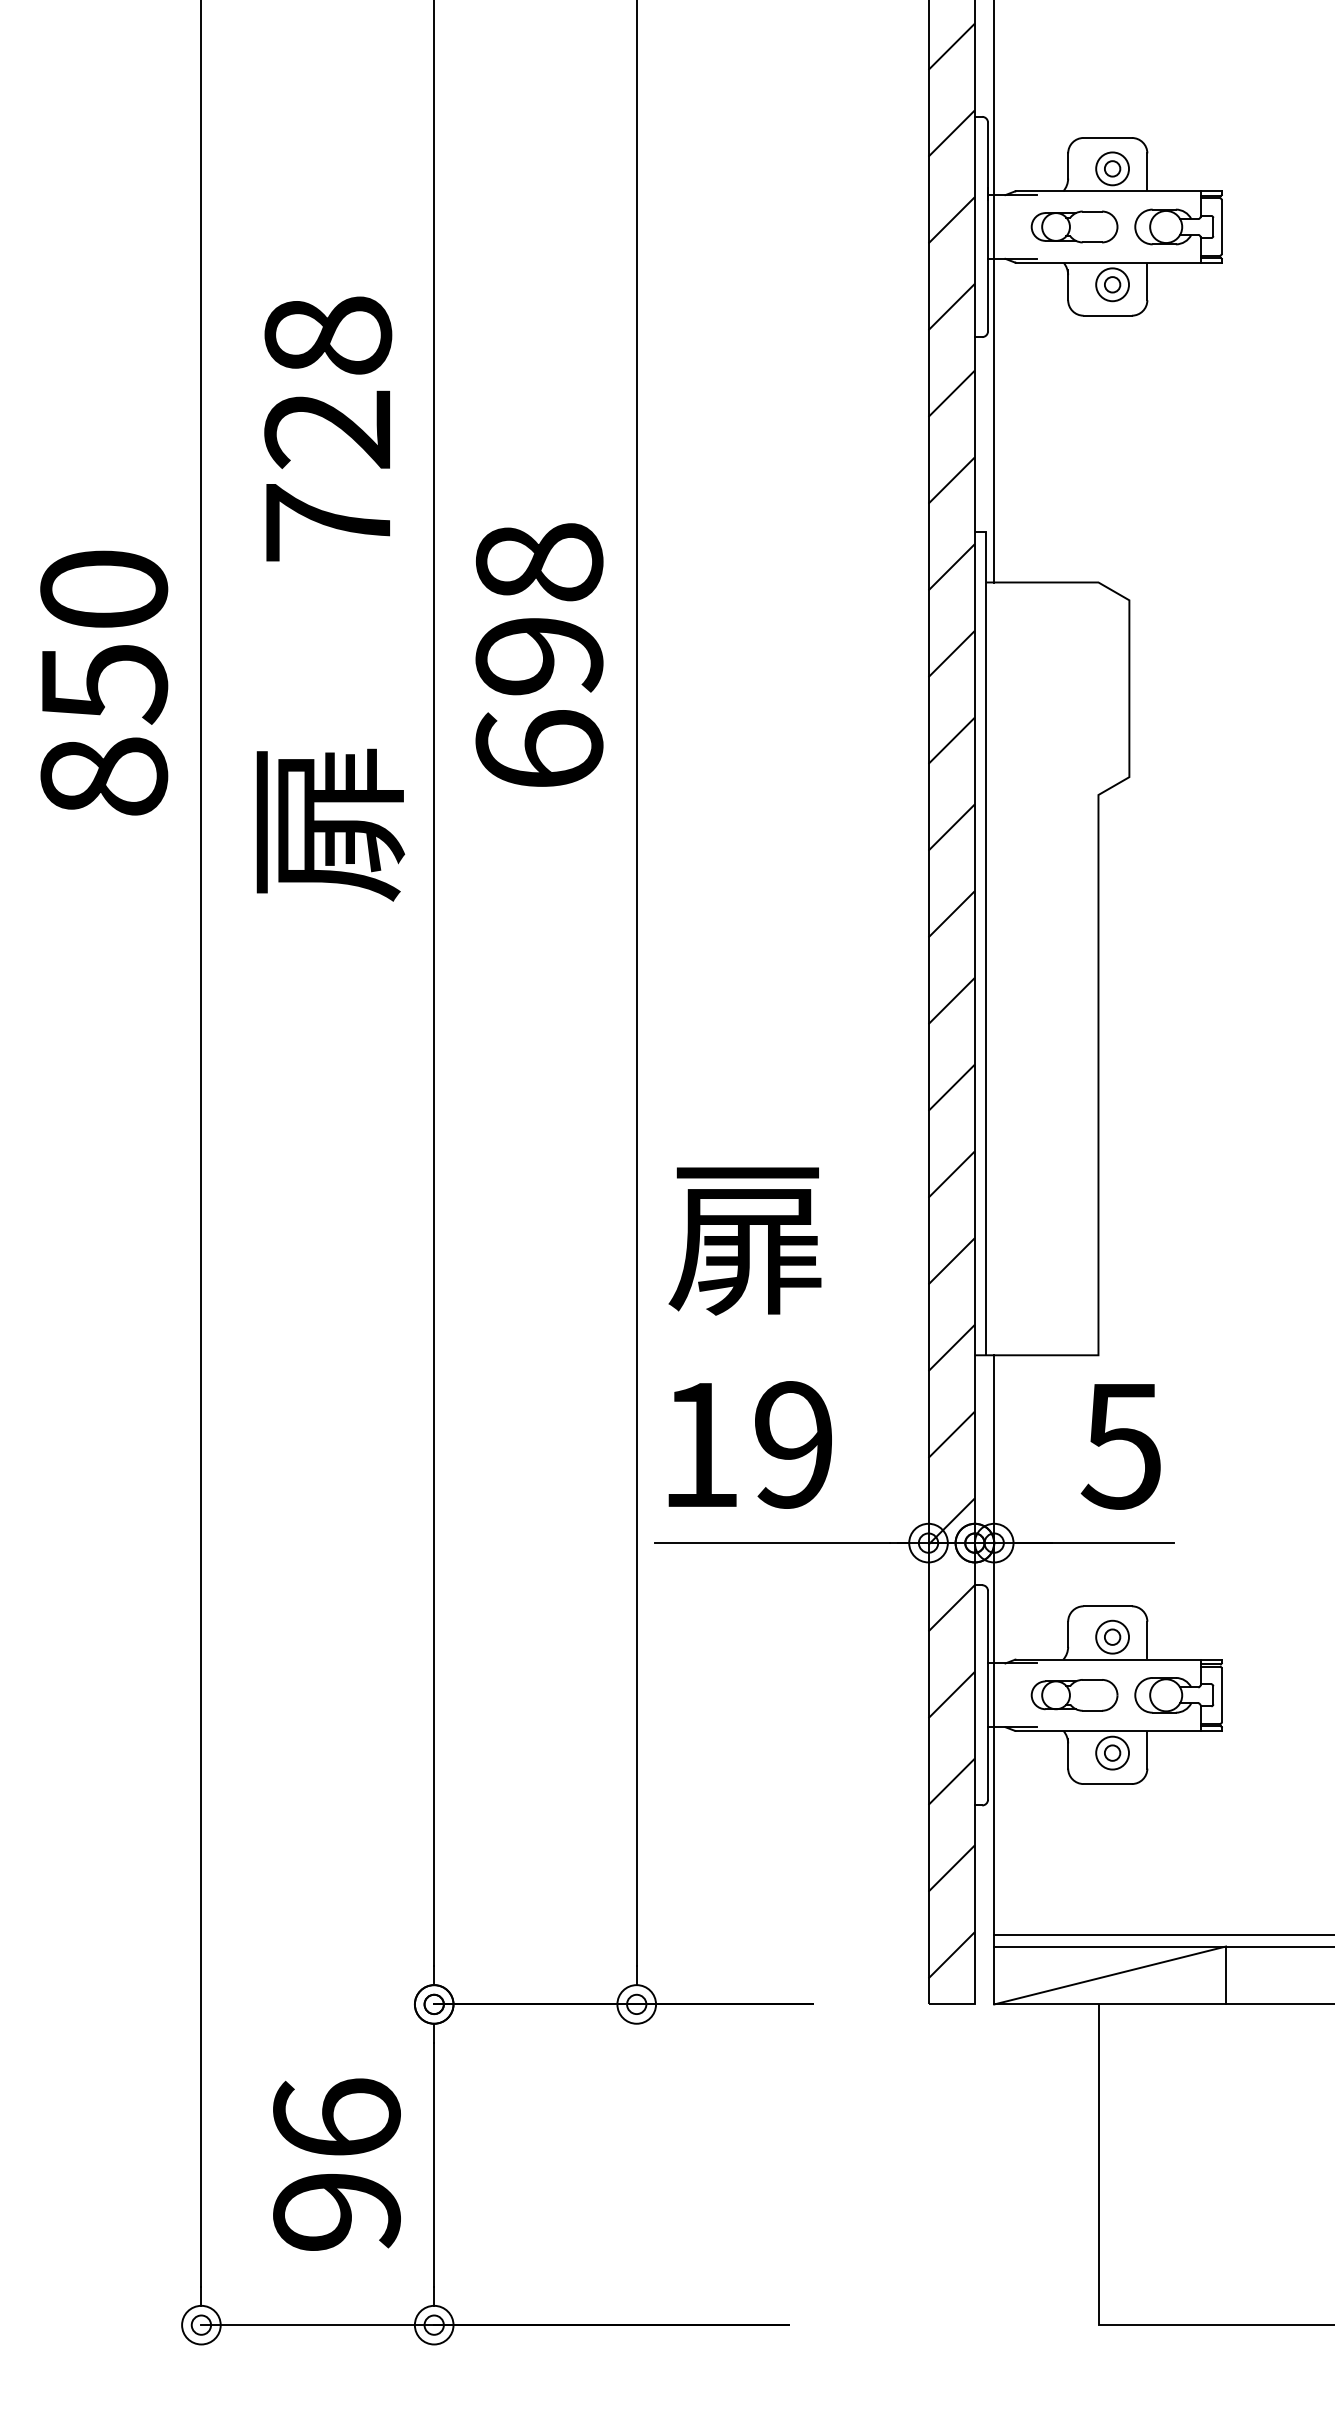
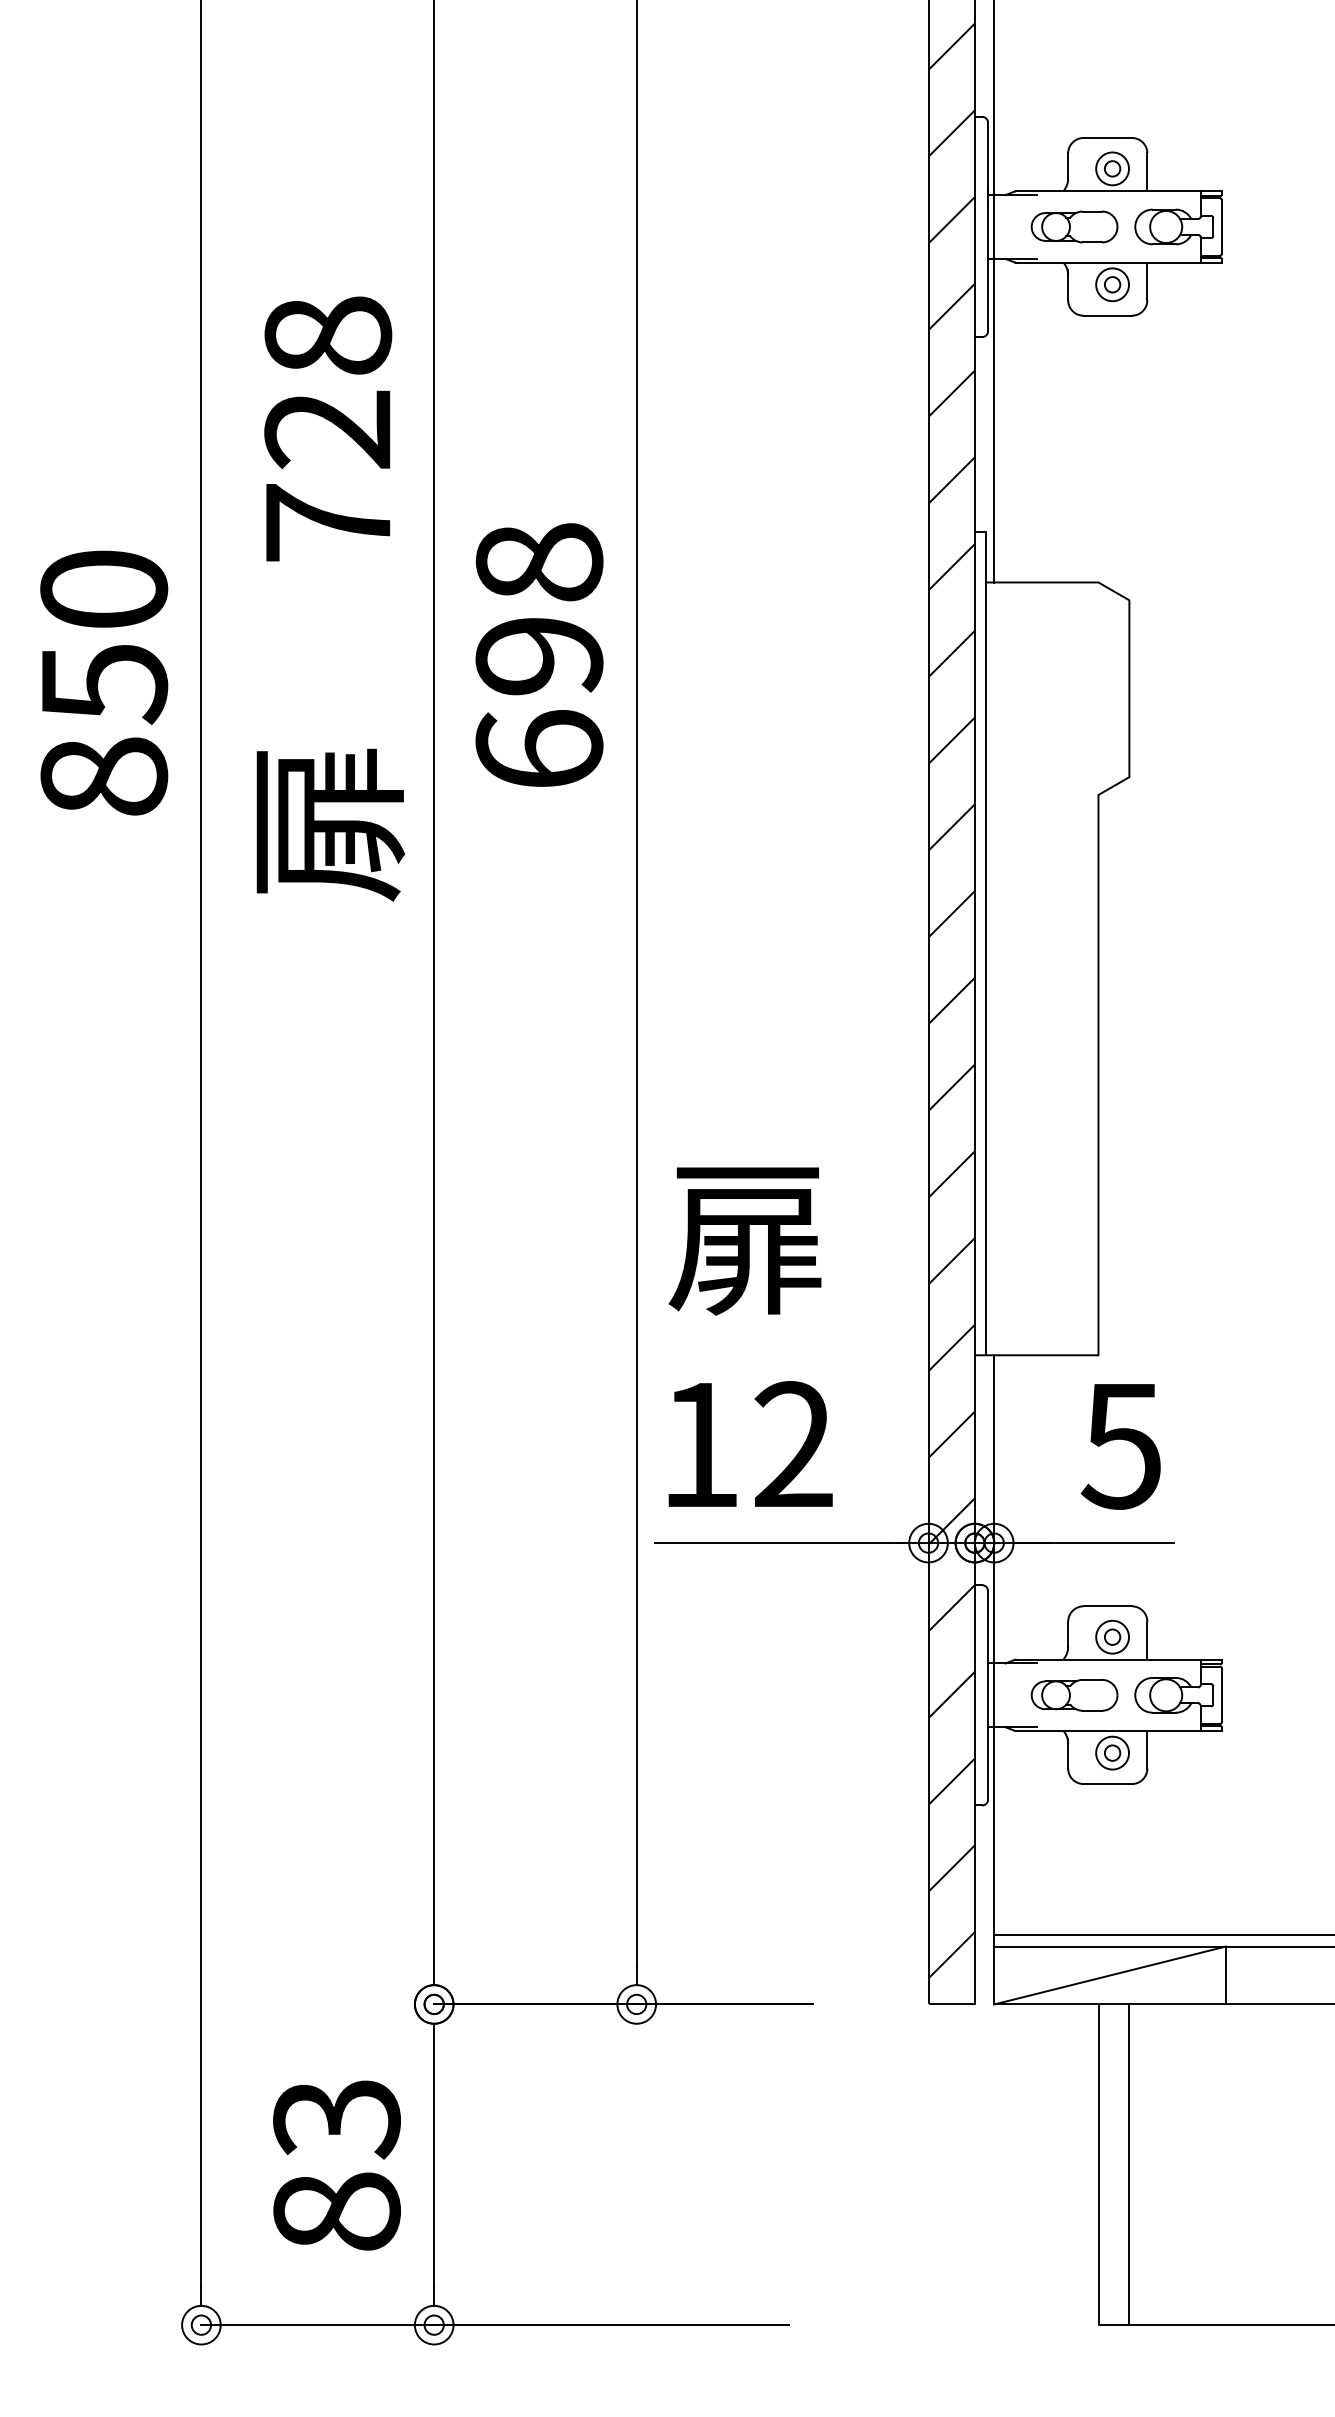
text at (793, 1444): 19 -> 12
text at (336, 2164): 96 -> 83
line at (1129, 2164): none -> present
